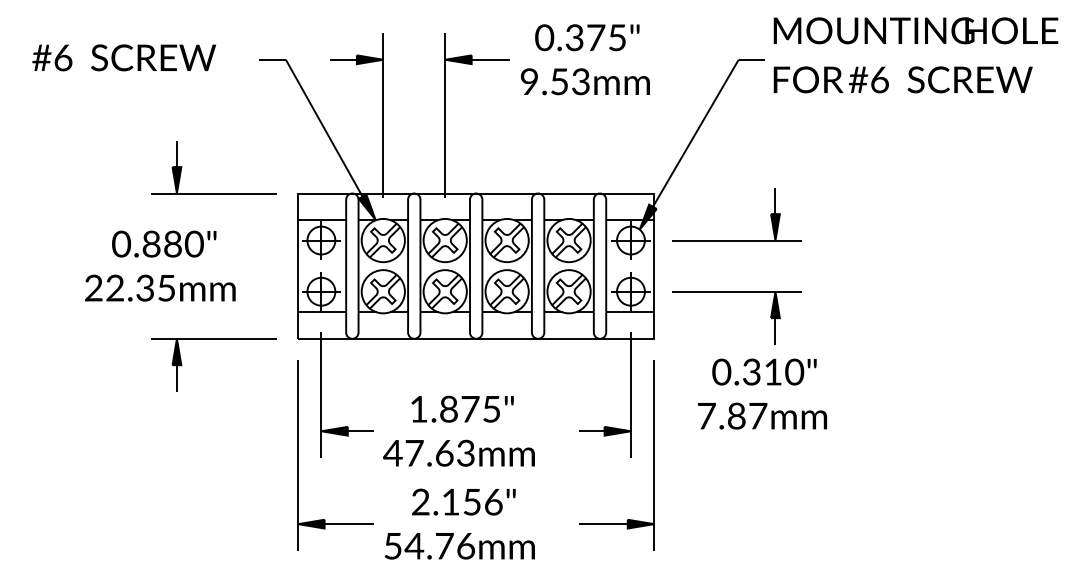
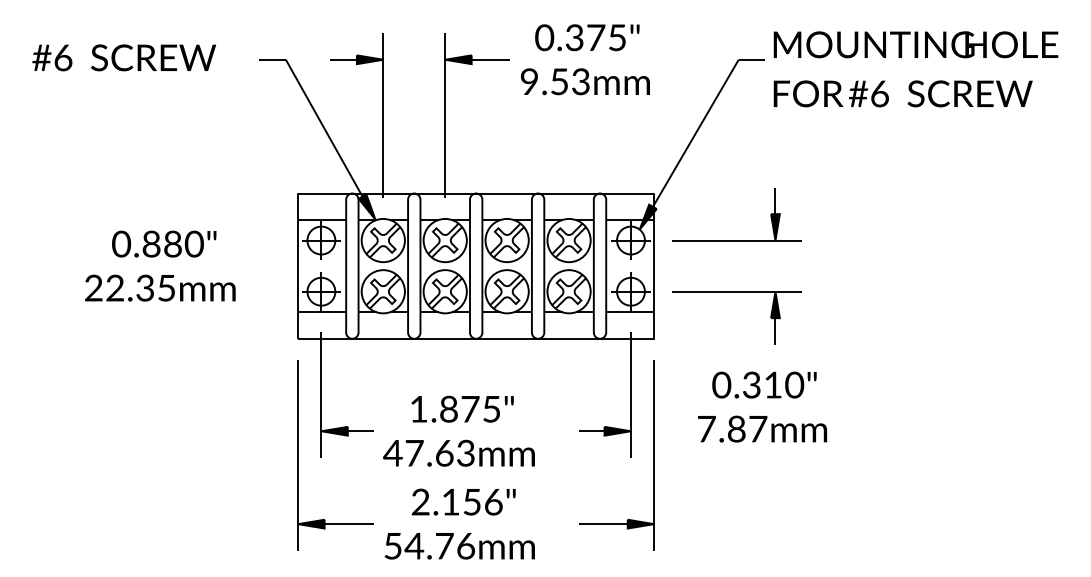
text at (915, 55) position: (915, 55) -> (915, 69)
part at (213, 193): present -> none
part at (213, 339): present -> none
text at (762, 393) position: (762, 393) -> (762, 406)
